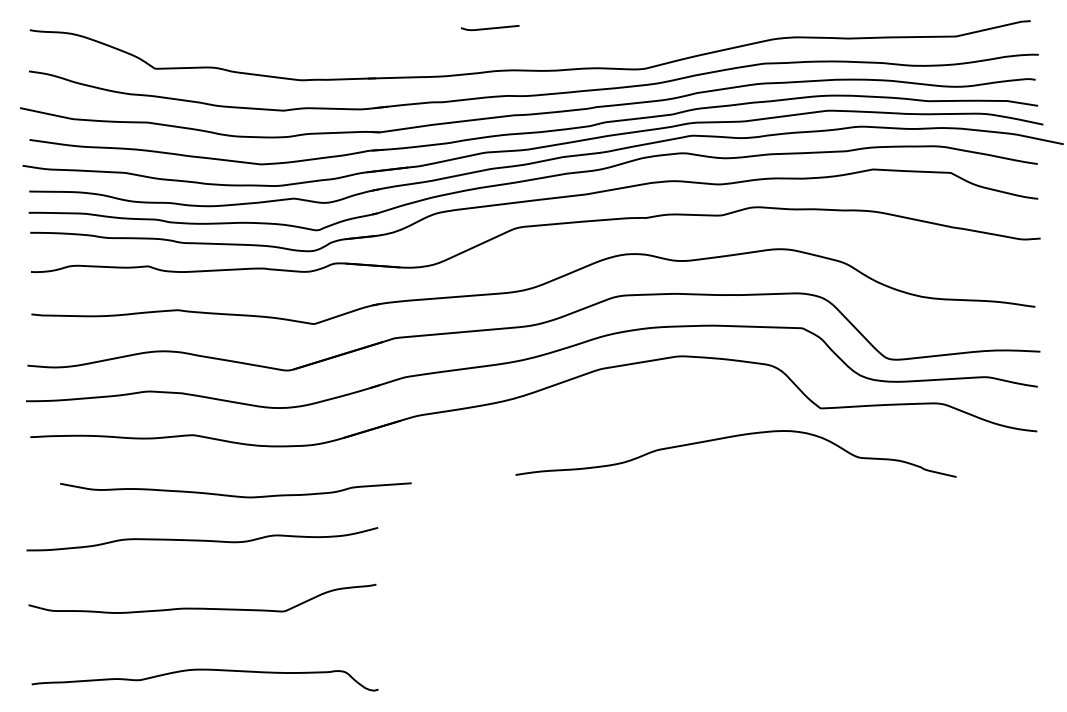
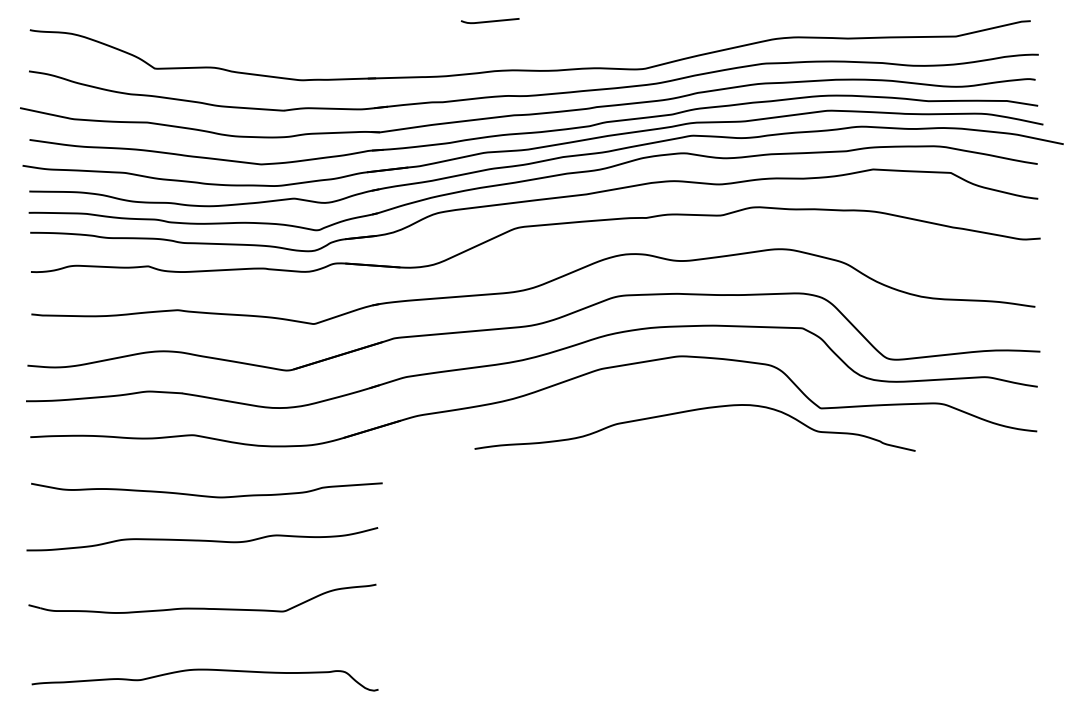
curve at (489, 28) position: (489, 28) -> (489, 21)
curve at (734, 437) position: (734, 437) -> (693, 411)
curve at (235, 495) position: (235, 495) -> (206, 495)
